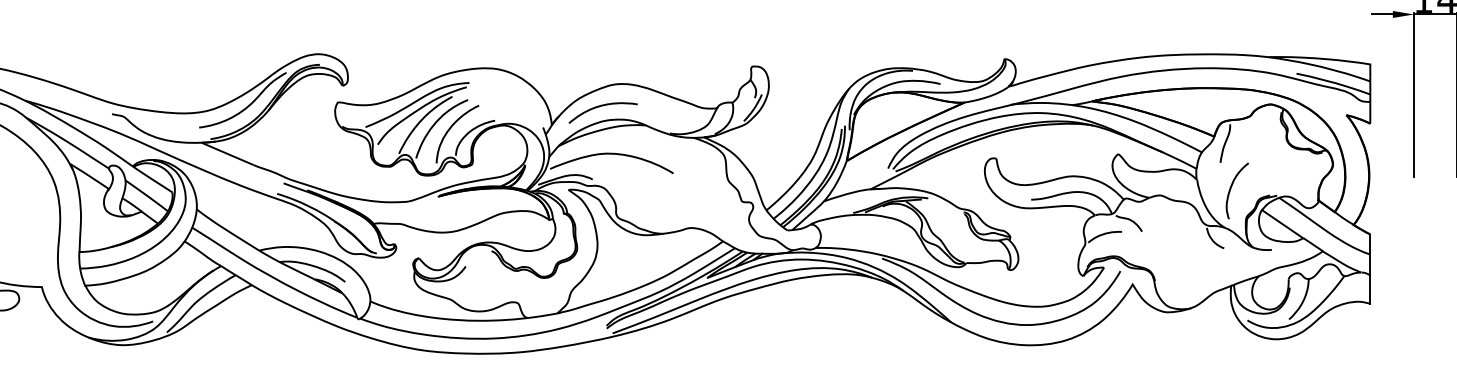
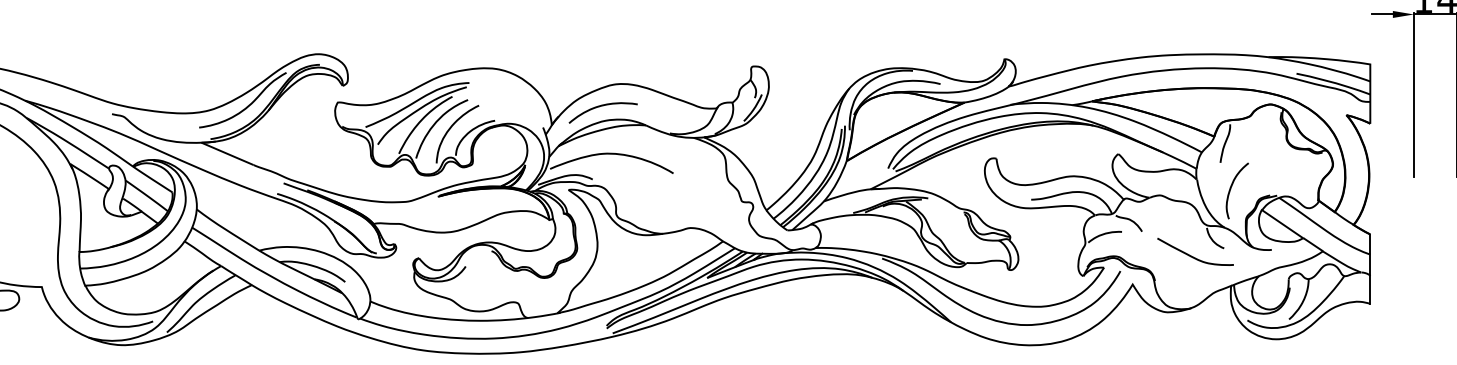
curve at (1193, 256): none -> present
